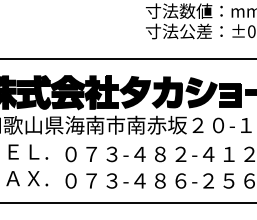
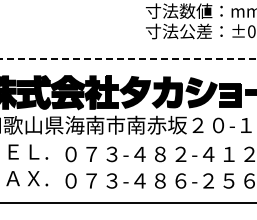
line at (128, 59): solid -> dashed
